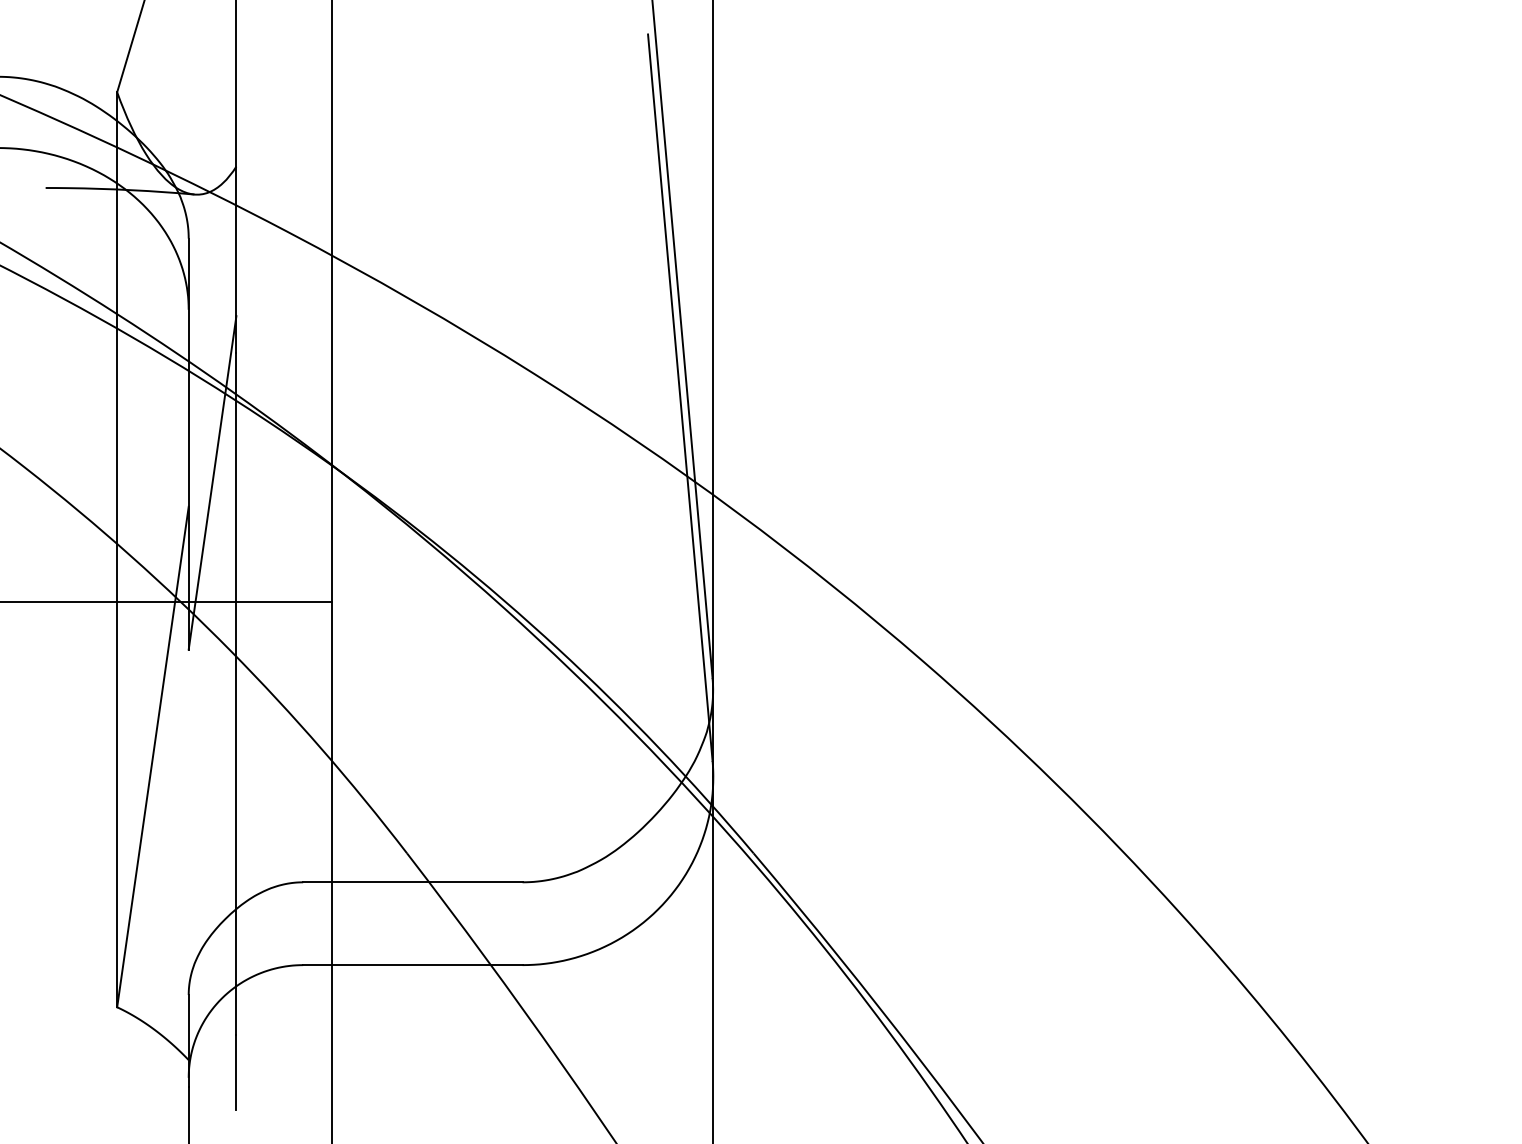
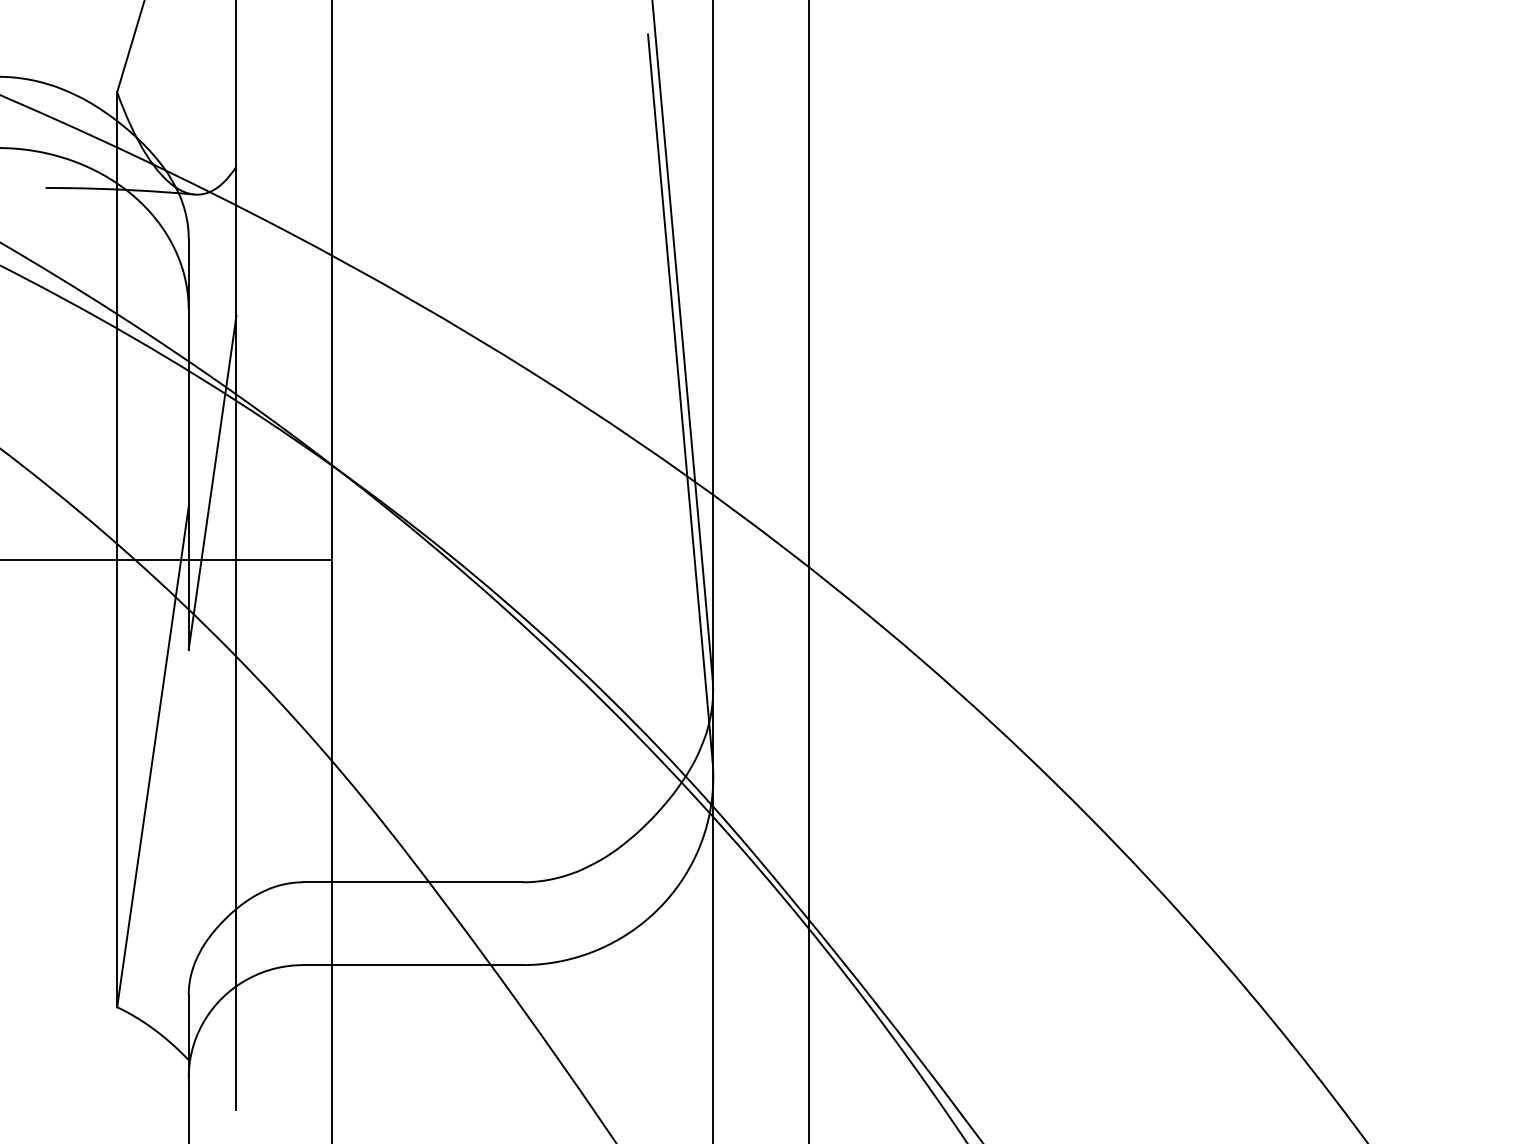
line at (808, 571): none -> present
line at (166, 602) position: (166, 602) -> (166, 560)
